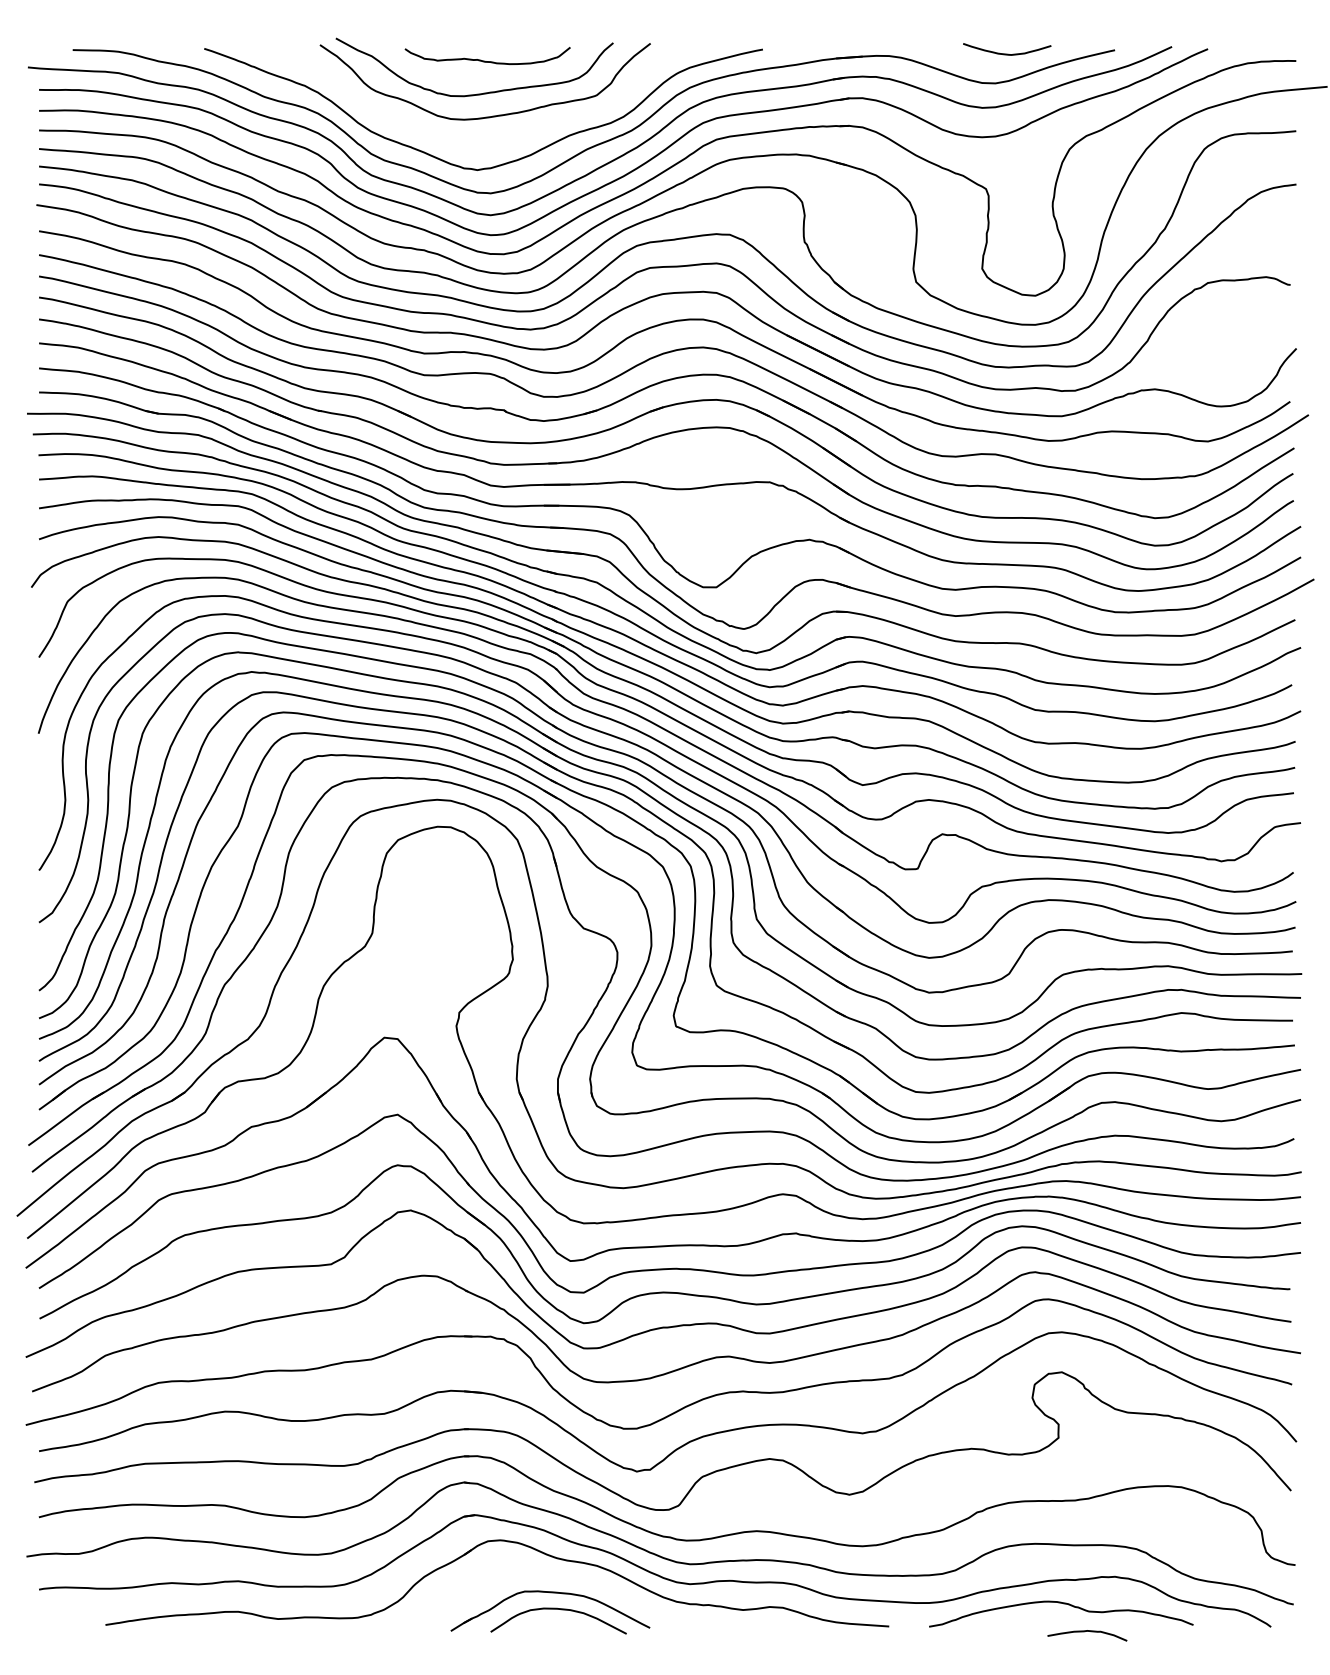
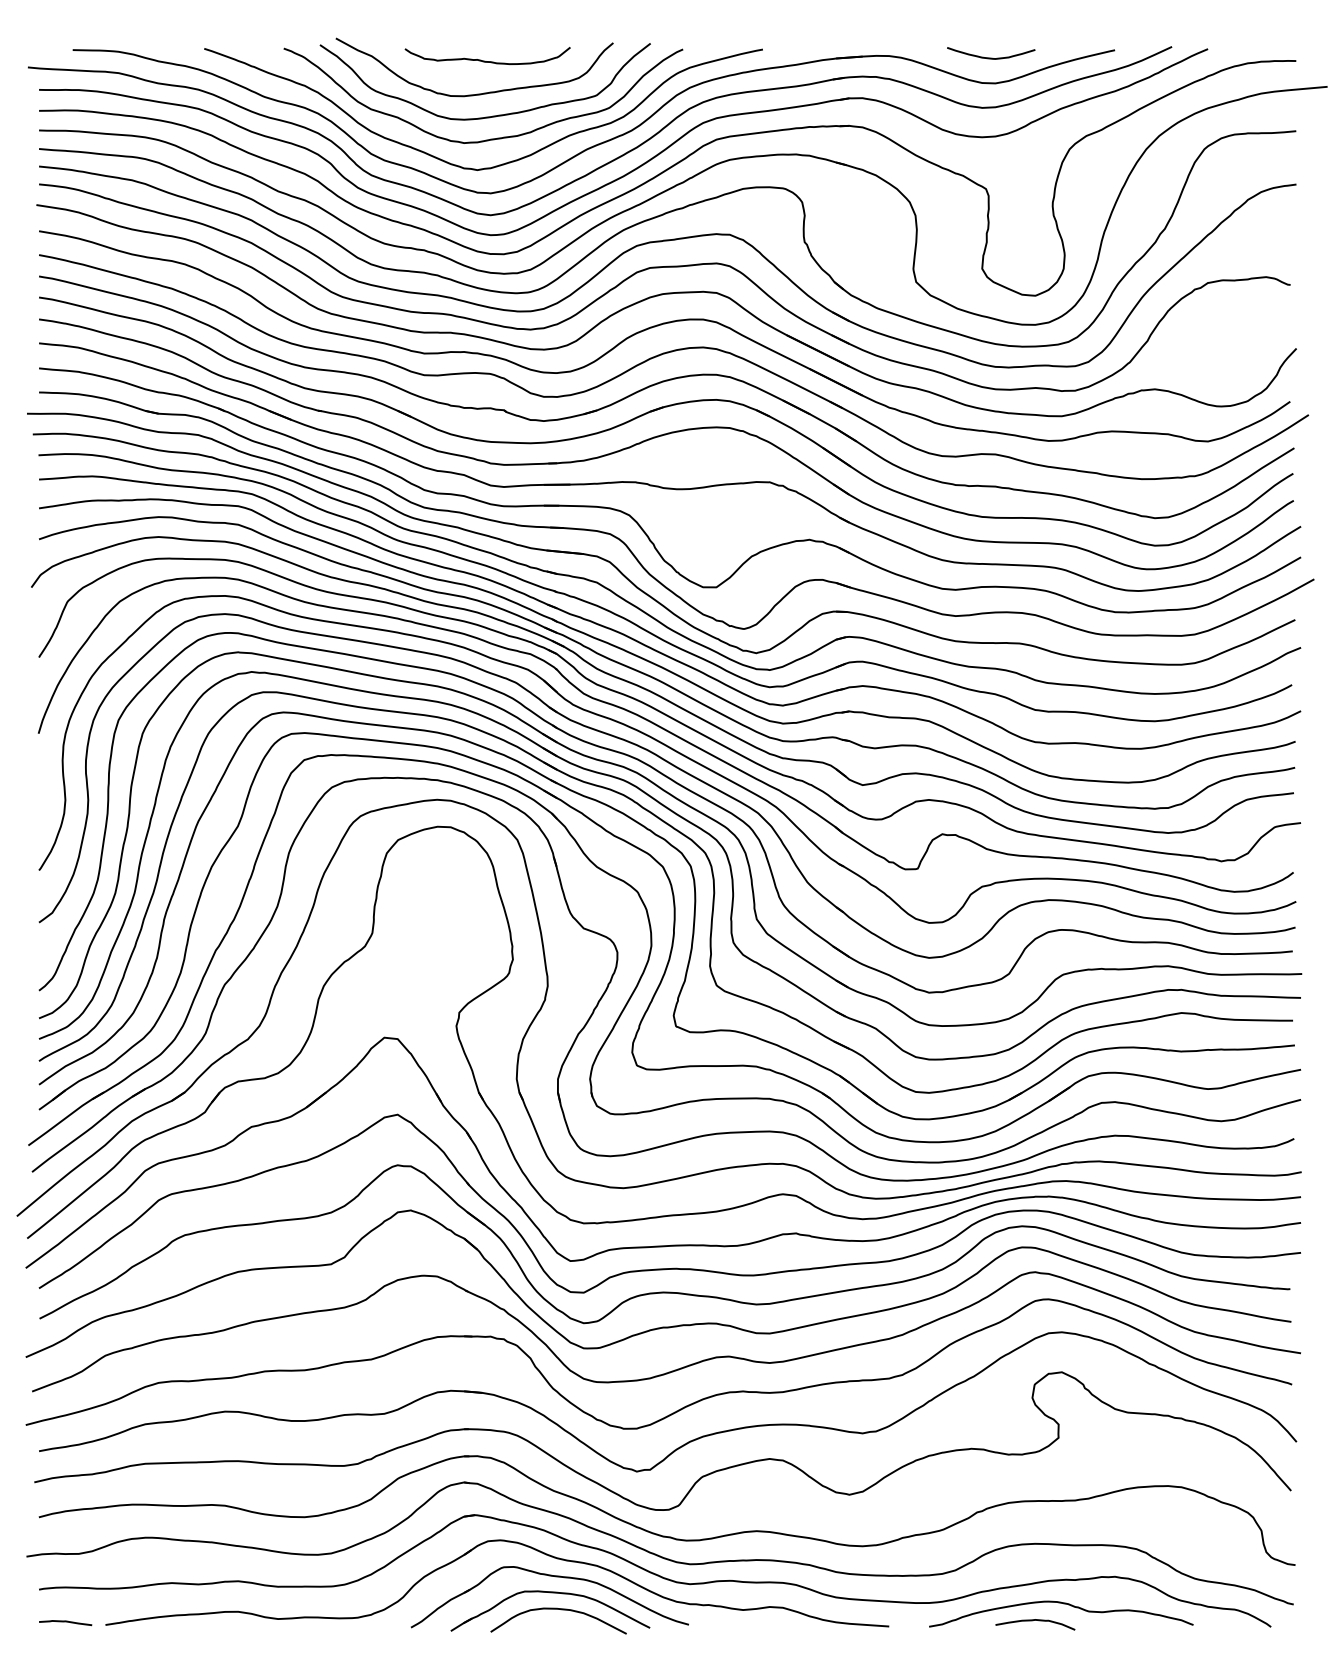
curve at (1007, 53) position: (1007, 53) -> (991, 57)
curve at (490, 138): none -> present
part at (555, 1577): none -> present
curve at (65, 1622): none -> present
curve at (1087, 1631) position: (1087, 1631) -> (1035, 1620)
